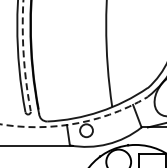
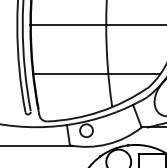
line at (96, 25): none -> present
arc at (23, 56): dashed -> solid
line at (96, 74): none -> present
arc at (76, 123): dashed -> solid
